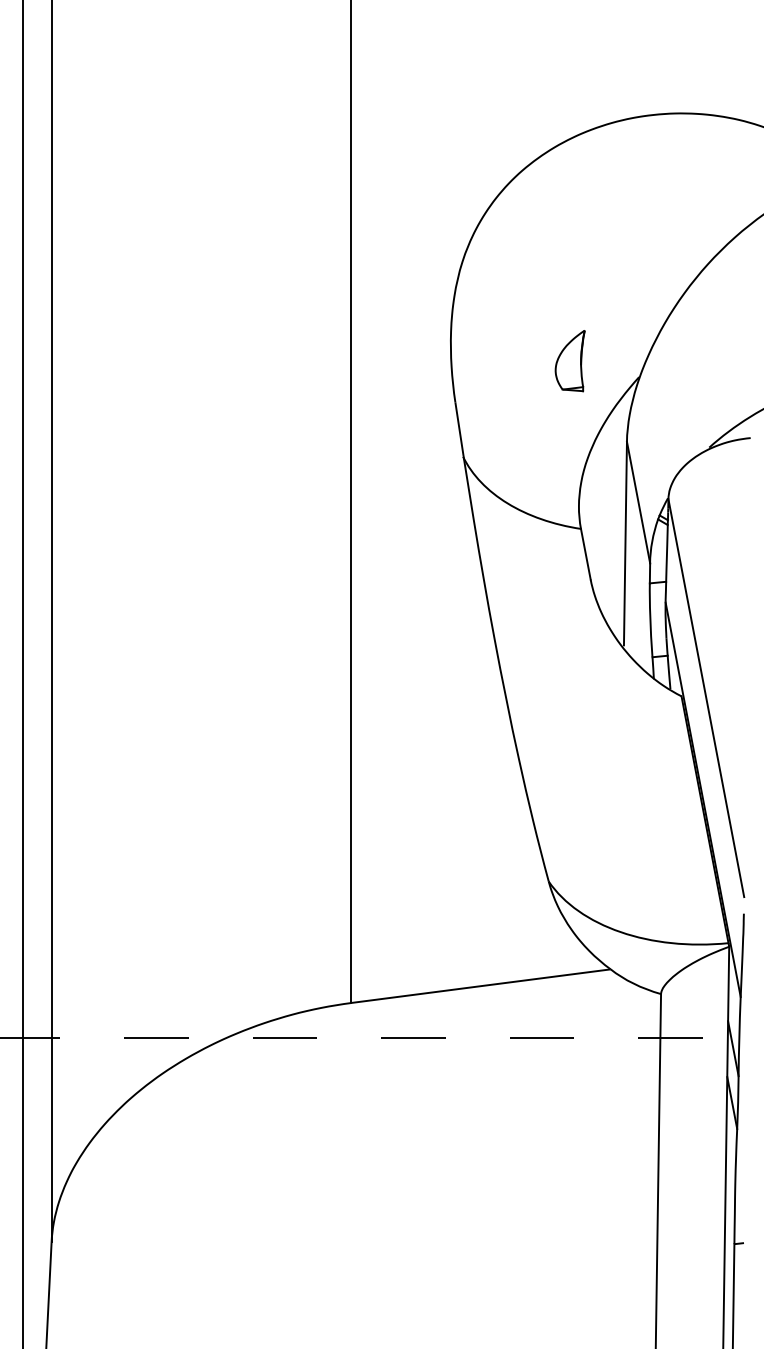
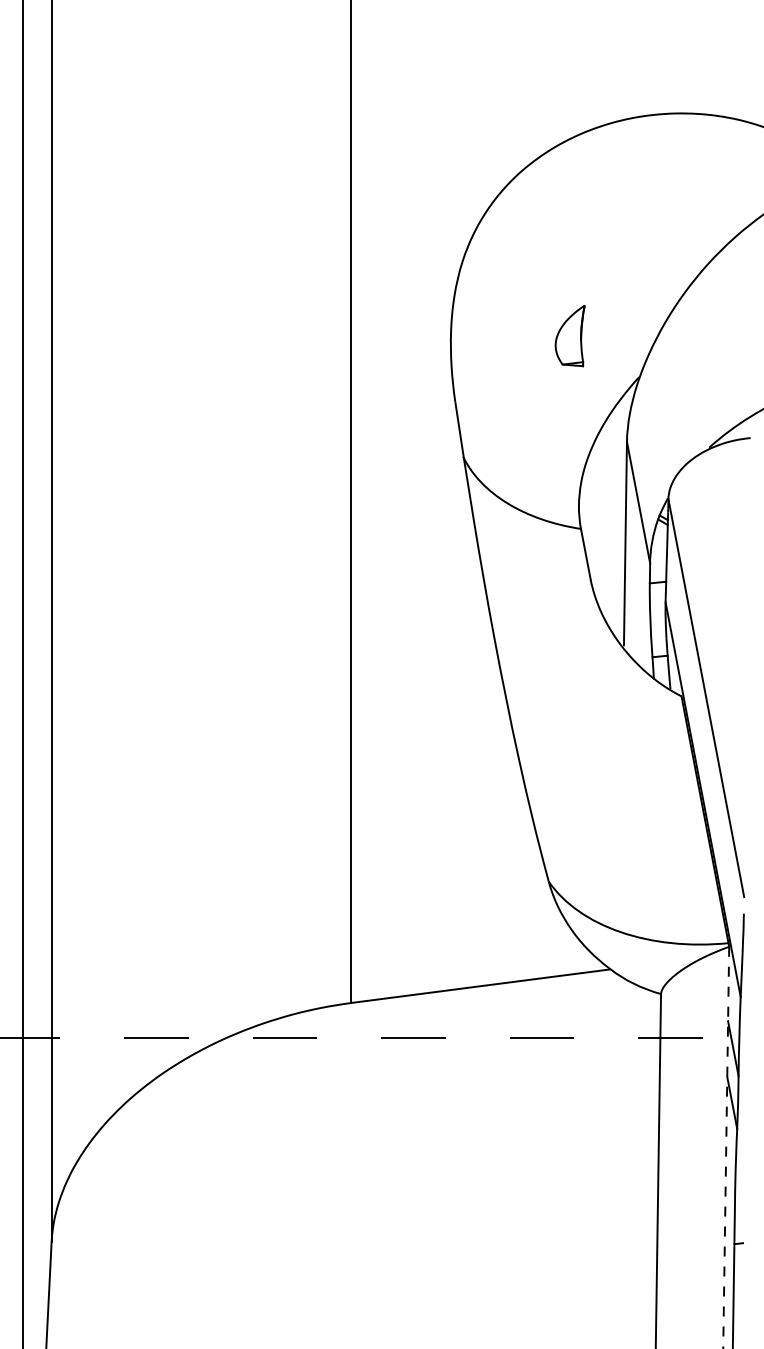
part at (569, 361) position: (569, 361) -> (569, 336)
line at (726, 1147): solid -> dashed
